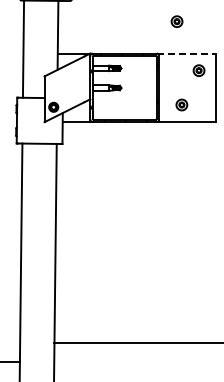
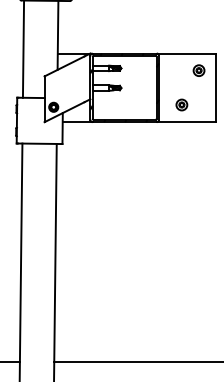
part at (176, 21): present -> none
line at (186, 53): dashed -> solid
line at (137, 343) position: (137, 343) -> (137, 362)
